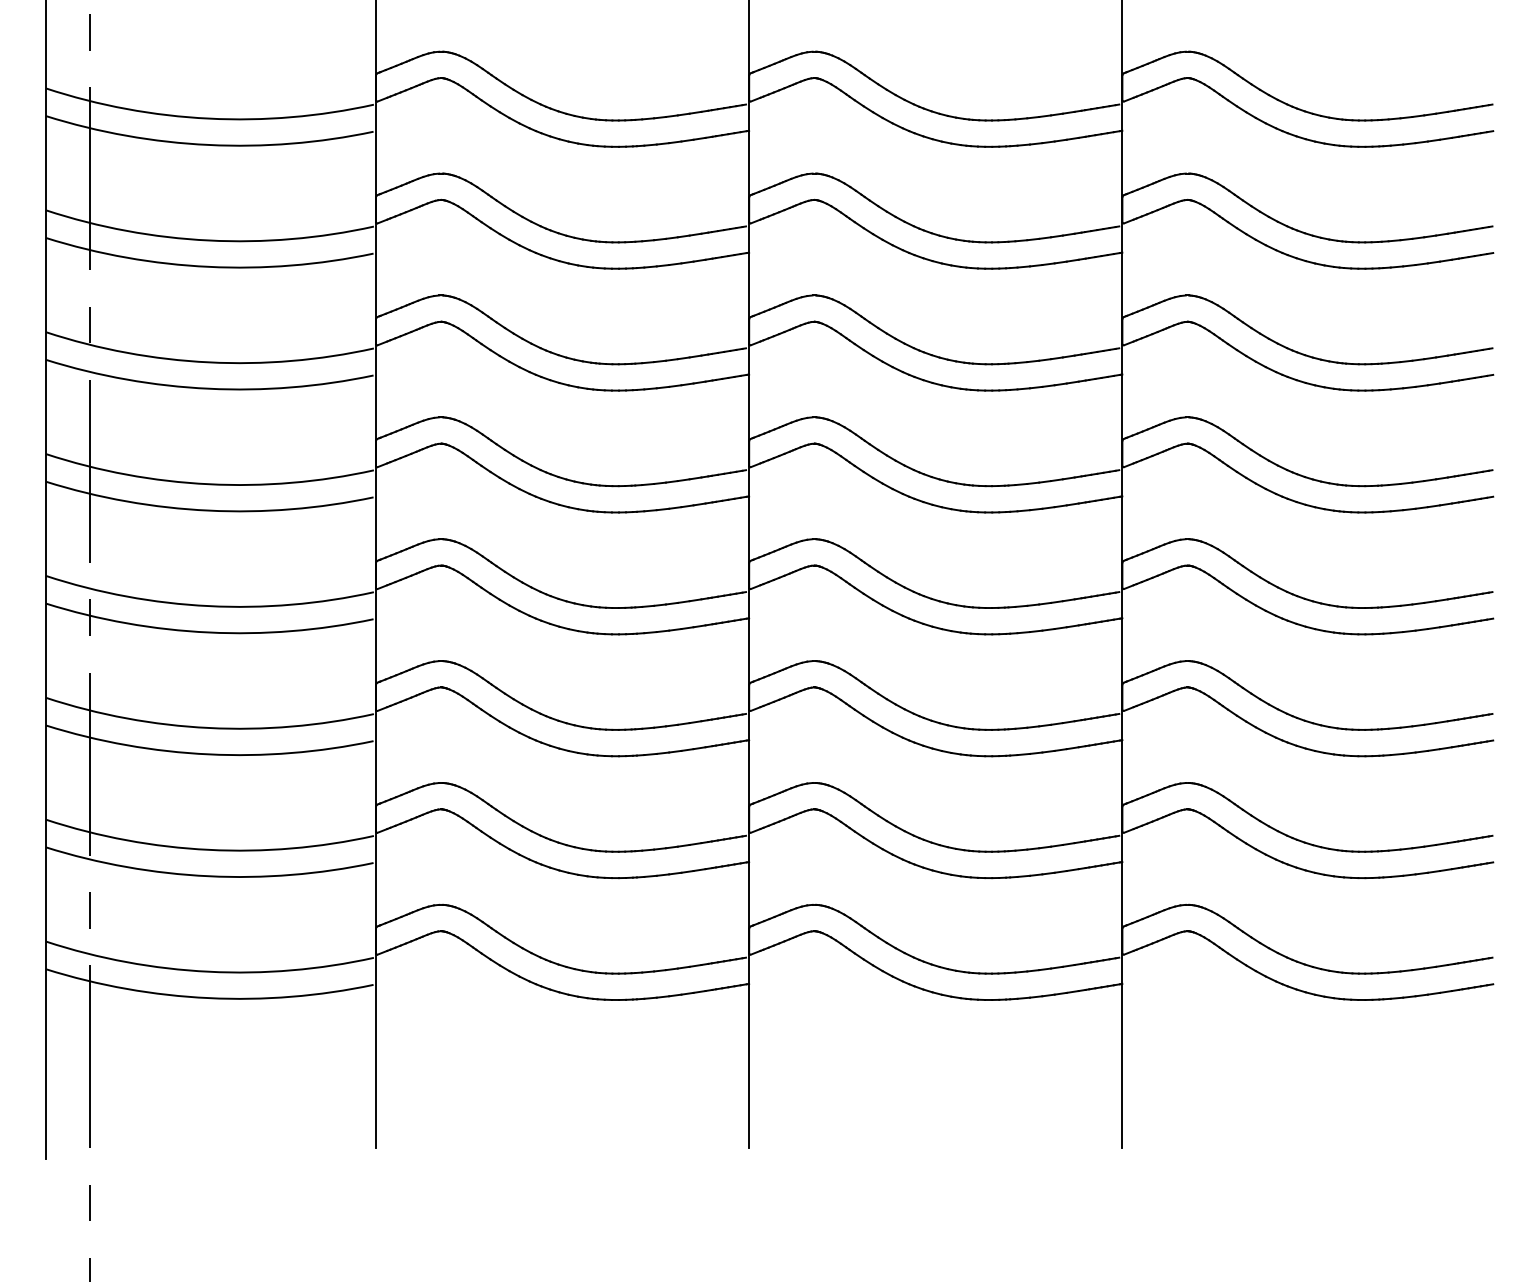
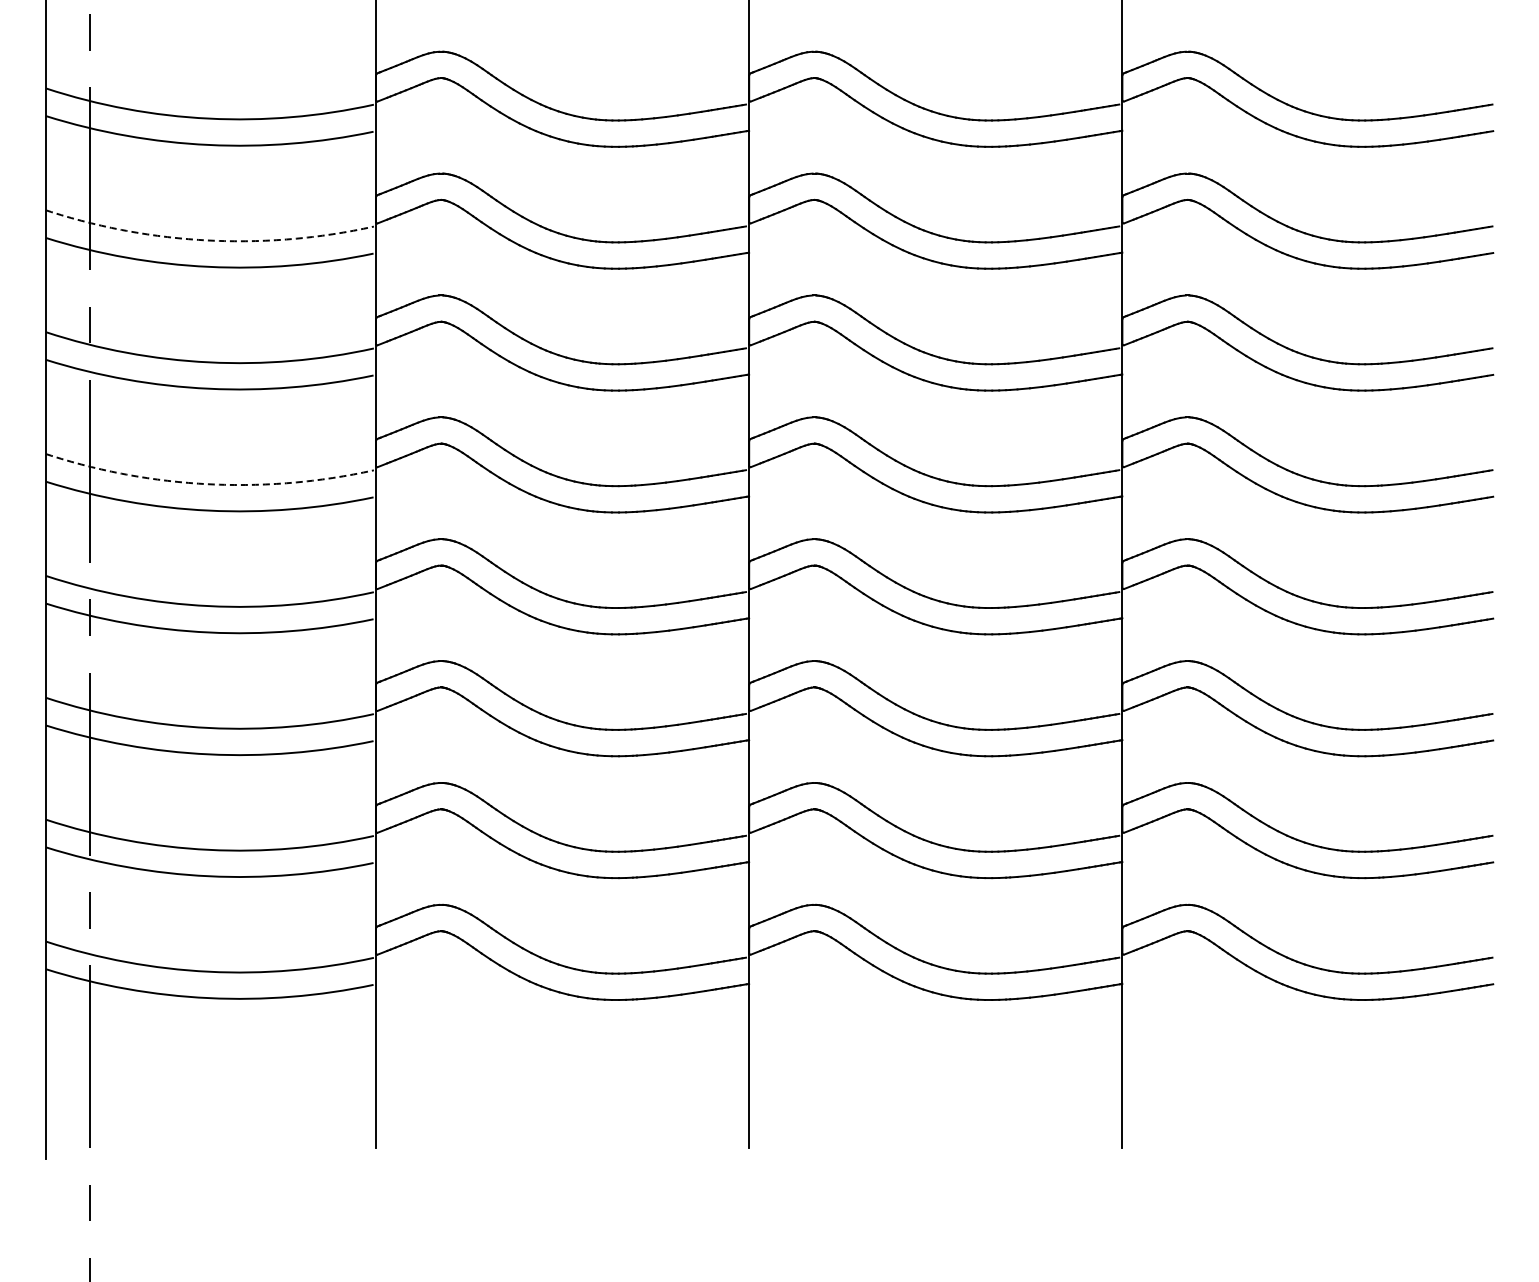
arc at (208, 240): solid -> dashed
arc at (208, 484): solid -> dashed
